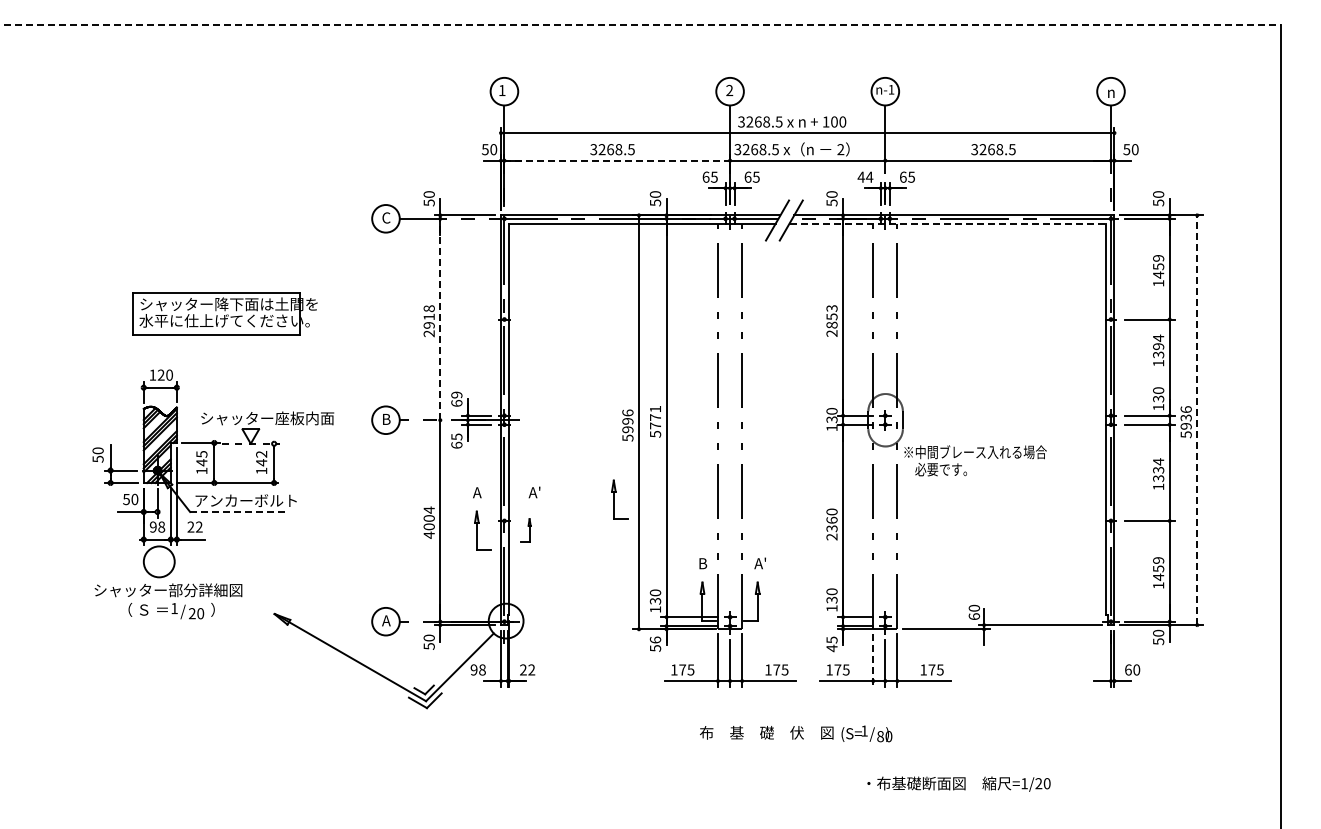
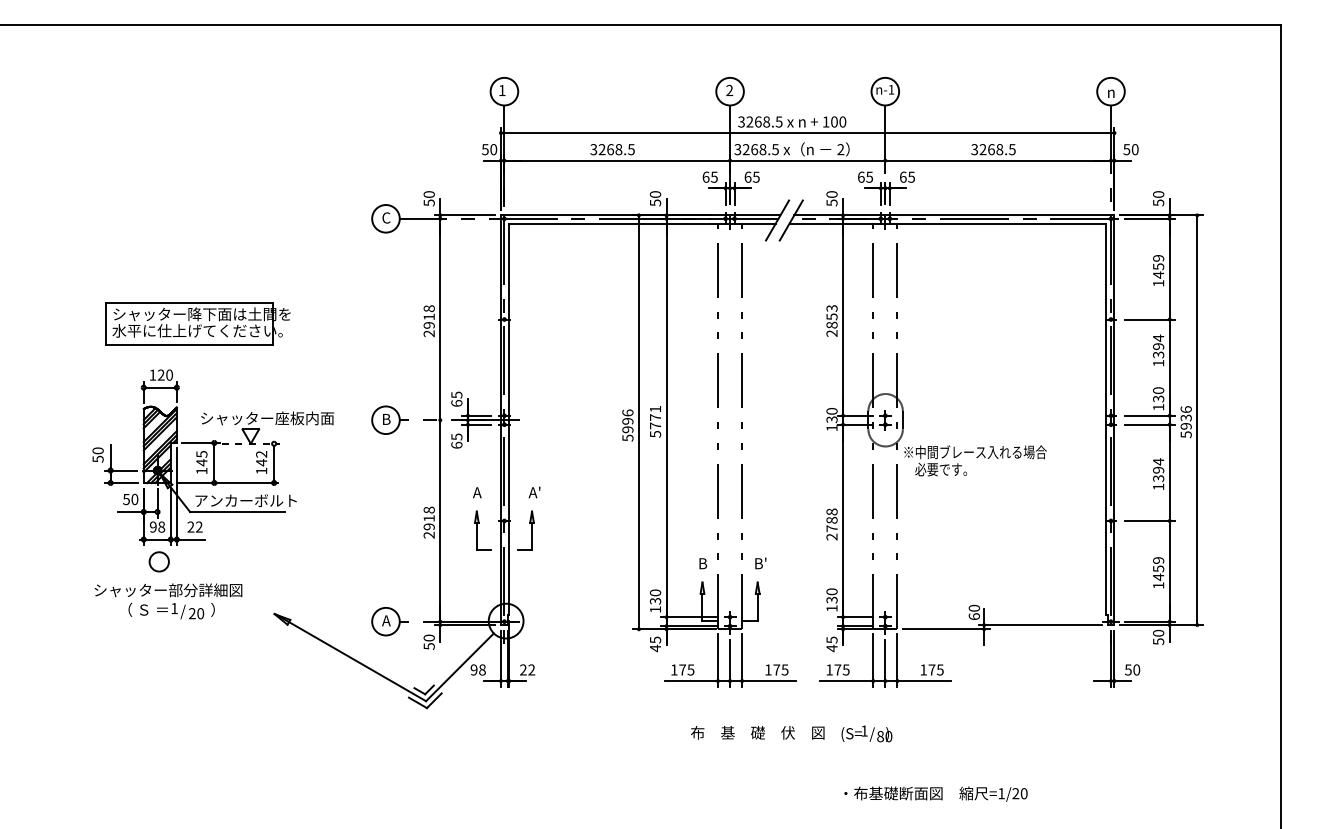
line at (641, 25): dashed -> solid
line at (617, 160): dashed -> solid
text at (865, 176): 44 -> 65
line at (948, 223): dashed -> solid
part at (224, 313) position: (224, 313) -> (197, 323)
line at (440, 319): dashed -> solid
text at (456, 394): 69 -> 65
line at (1197, 419): dashed -> solid
text at (1158, 469): 1334 -> 1394
part at (619, 499): present -> none
line at (237, 511): dashed -> solid
text at (831, 520): 2360 -> 2788
text at (428, 522): 4004 -> 2918
part at (525, 530) size: 12x25 px -> 18x41 px
circle at (158, 561) diameter: 31 px -> 19 px
text at (760, 563): A' -> B'
text at (655, 644): 56 -> 45
line at (873, 660): dashed -> solid
text at (1127, 669): 60 -> 50
text at (766, 732) position: (766, 732) -> (757, 732)
text at (958, 783) position: (958, 783) -> (935, 793)
